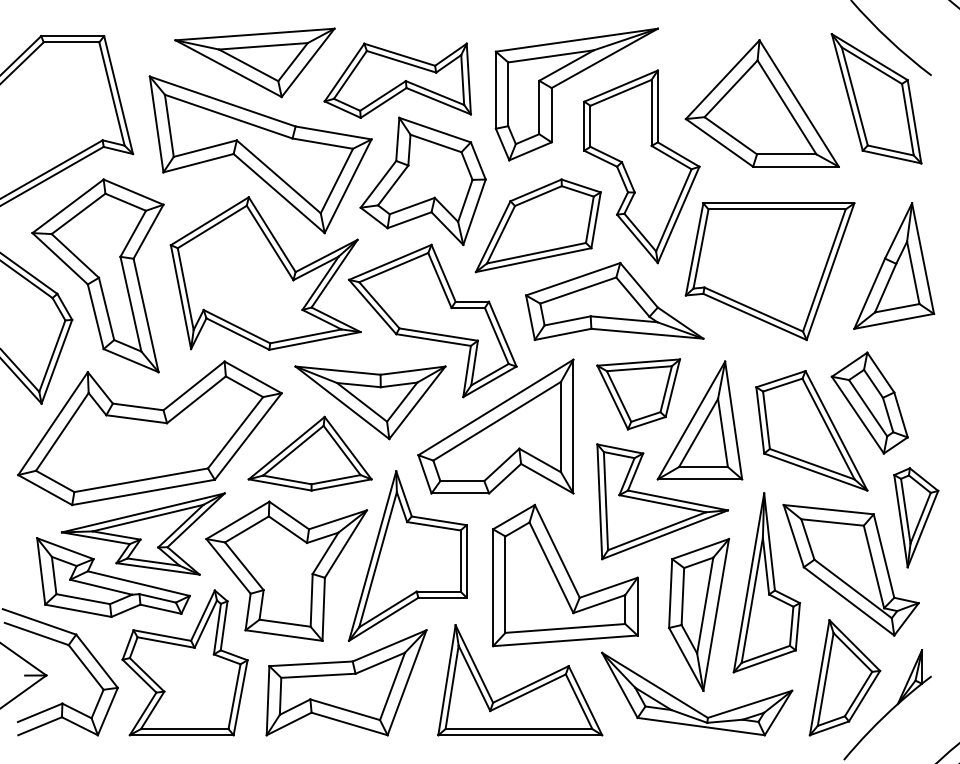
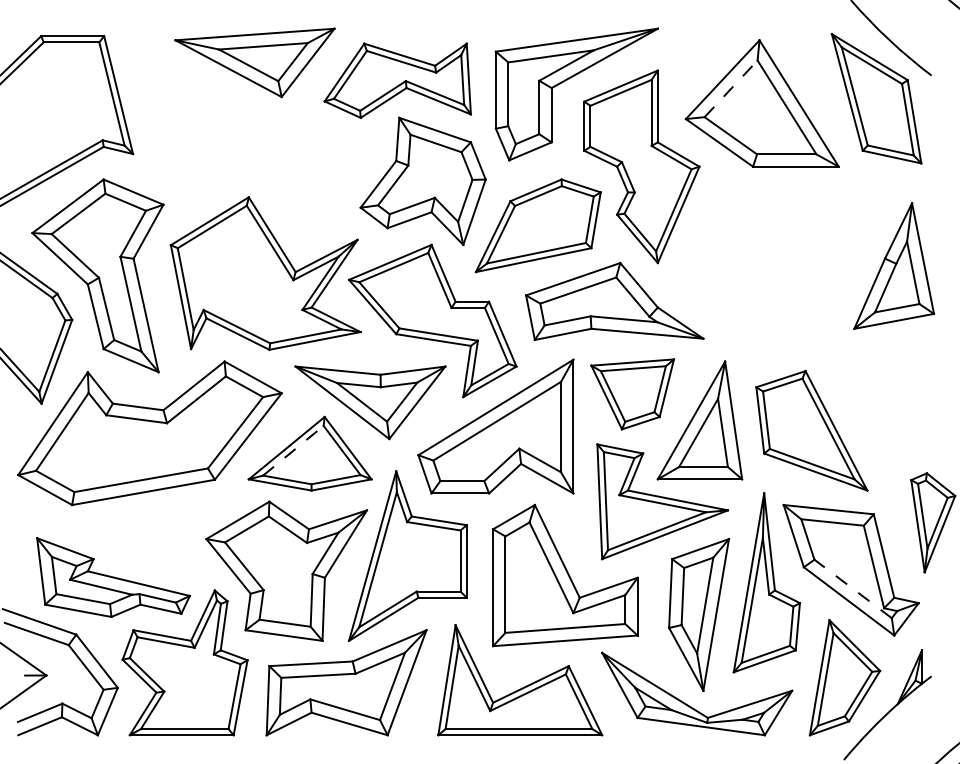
line at (731, 88): solid -> dashed
part at (260, 154): present -> none
part at (769, 271): present -> none
part at (638, 394) position: (638, 394) -> (632, 394)
part at (869, 402): present -> none
line at (293, 450): solid -> dashed
part at (916, 517) position: (916, 517) -> (933, 522)
part at (143, 533): present -> none
line at (853, 588): solid -> dashed
